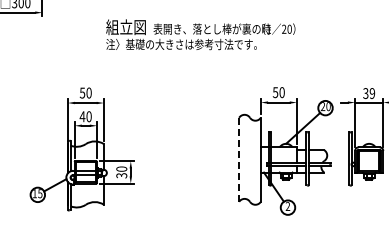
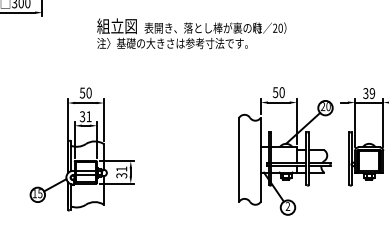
text at (200, 34) position: (200, 34) -> (191, 33)
text at (85, 116): 40 -> 31
line at (239, 160): dashed -> solid
text at (121, 168): 30 -> 31
